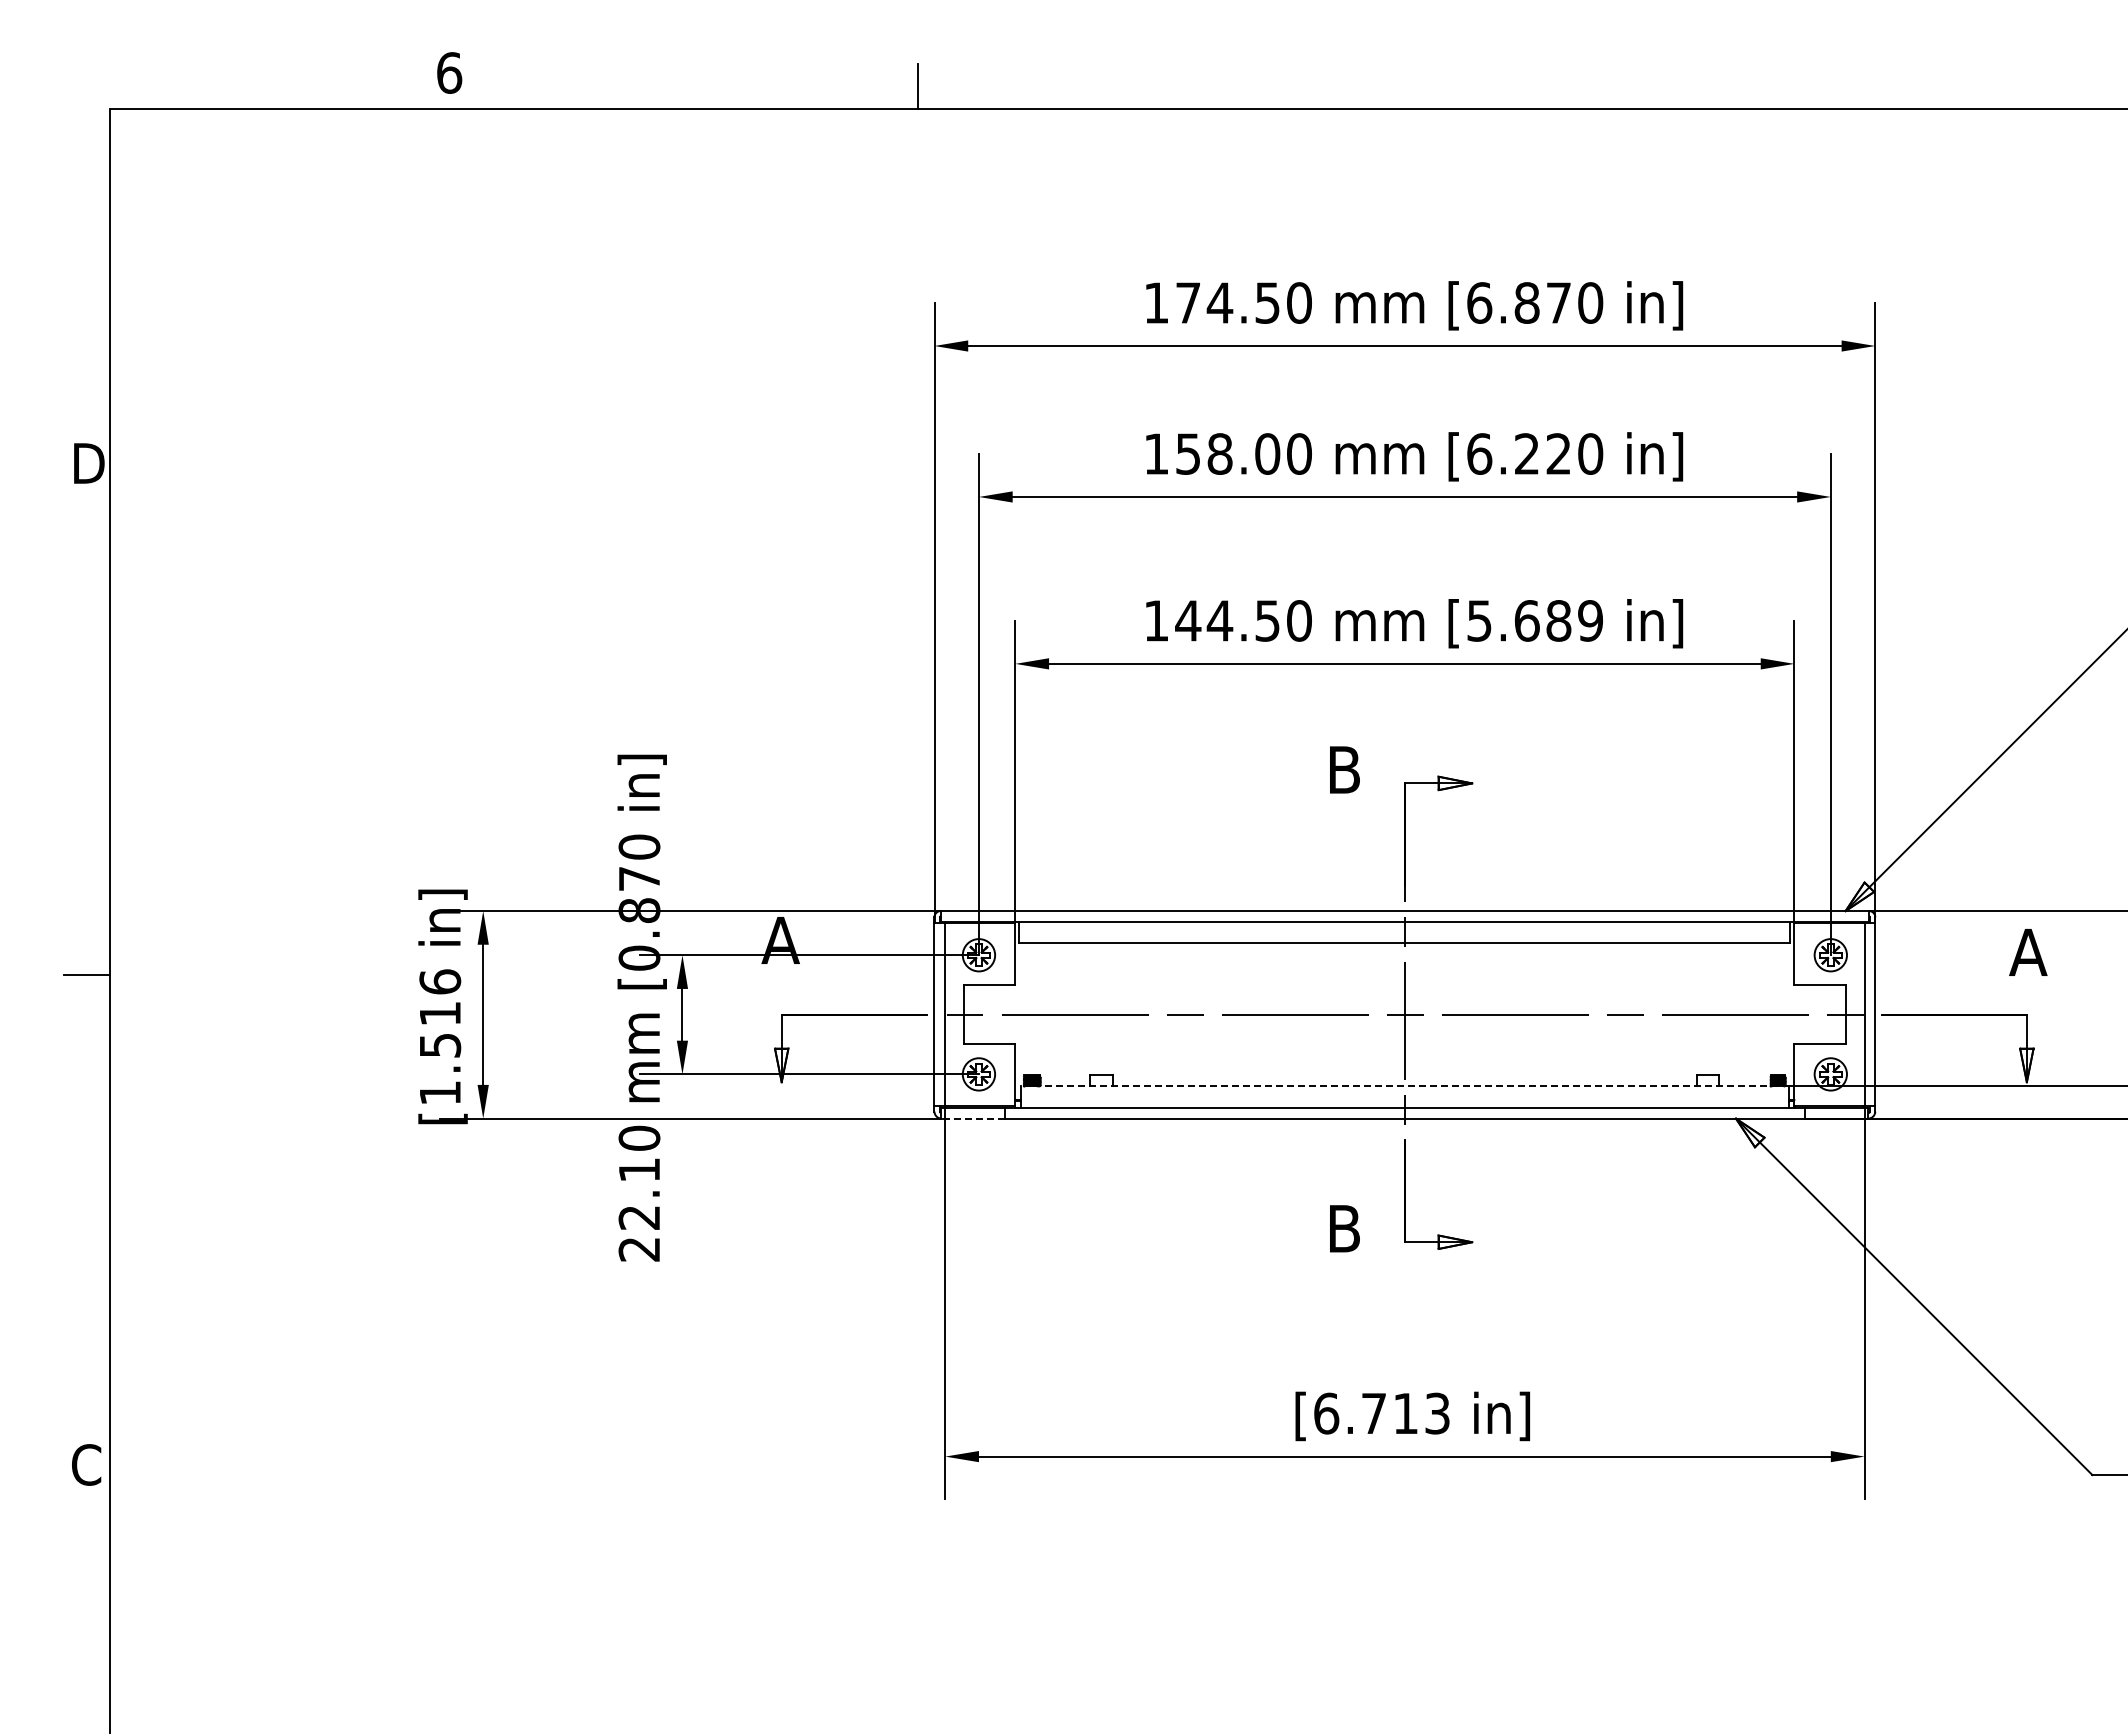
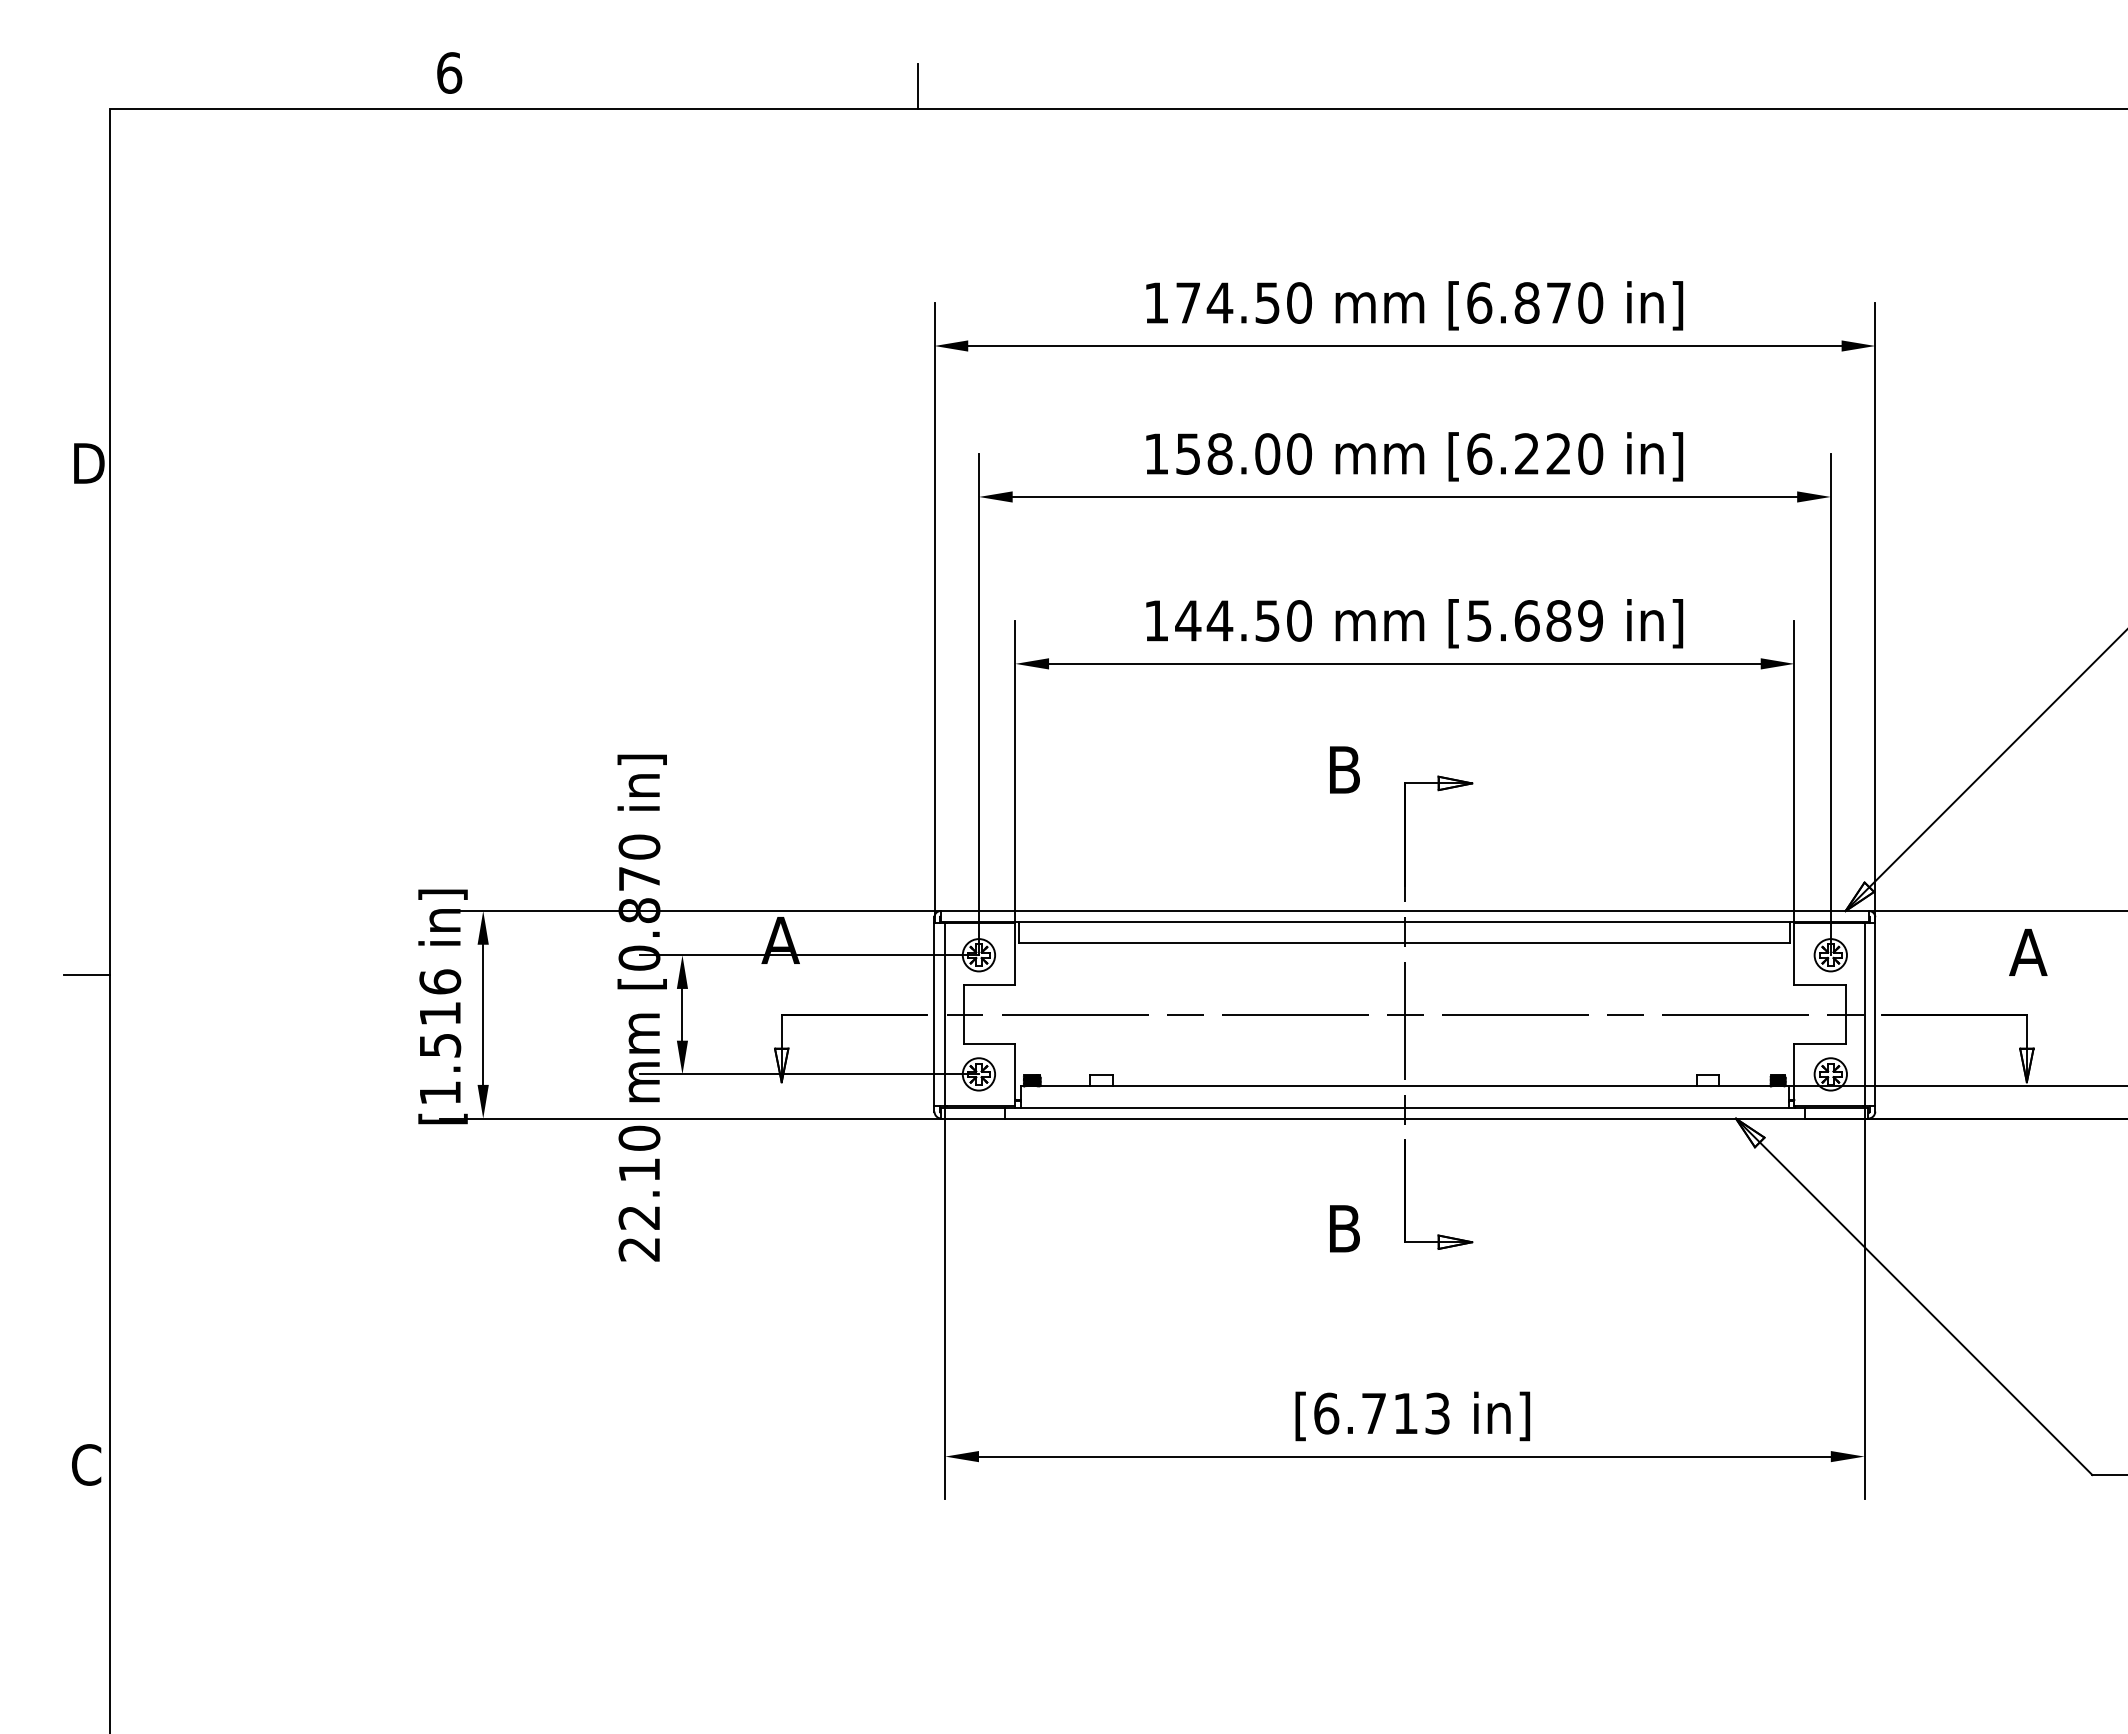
line at (1404, 1086): dashed -> solid
line at (973, 1118): dashed -> solid
